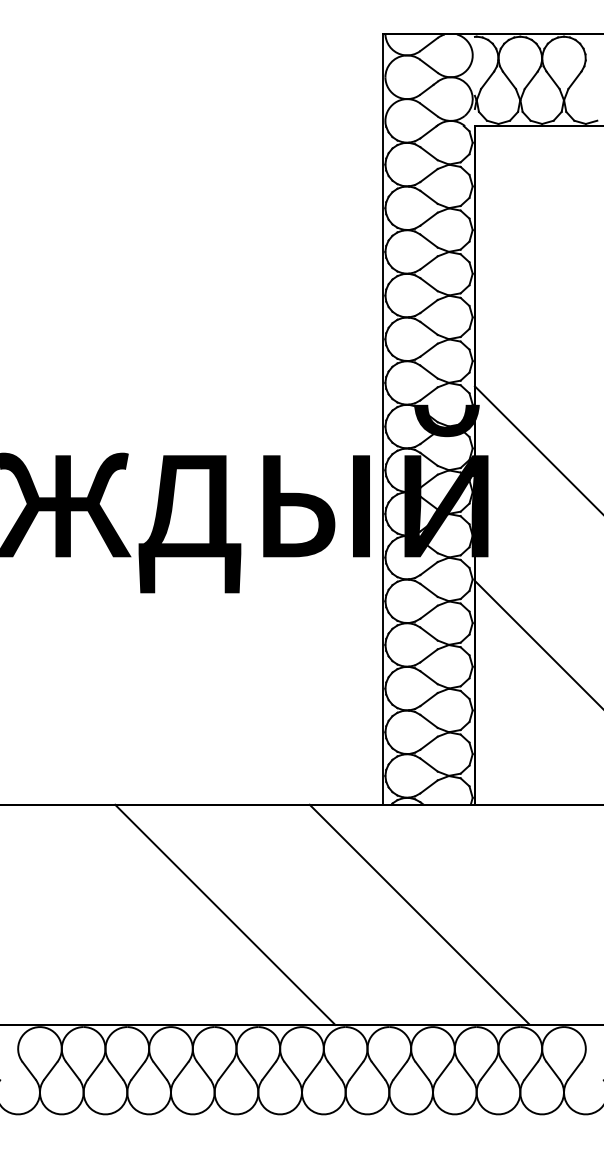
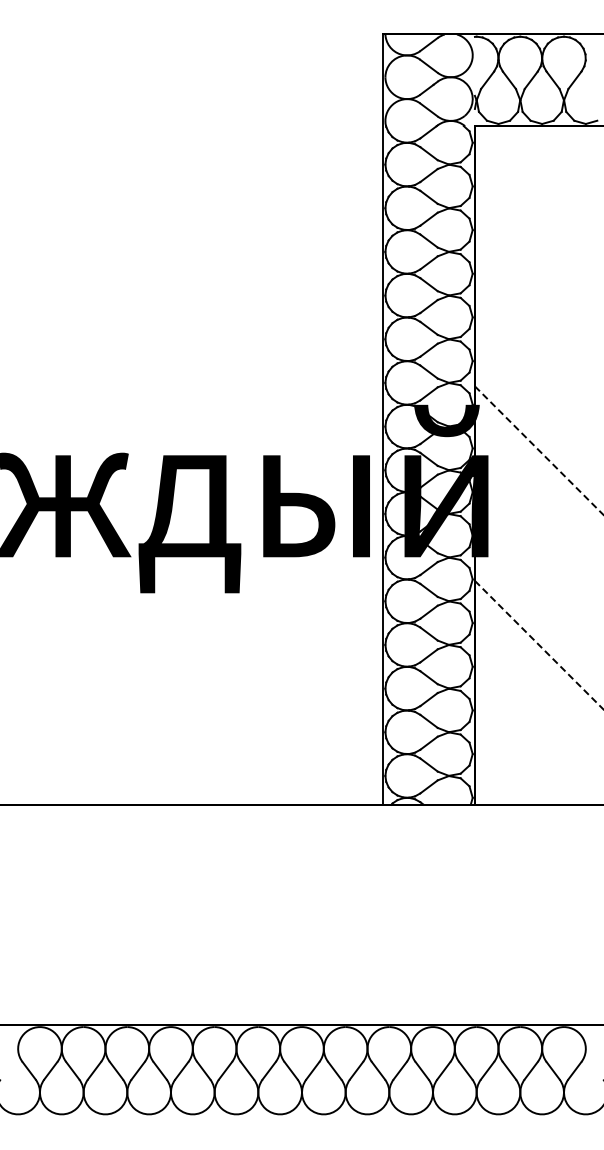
line at (539, 450): solid -> dashed
line at (539, 645): solid -> dashed
line at (225, 914): present -> none
line at (419, 914): present -> none
